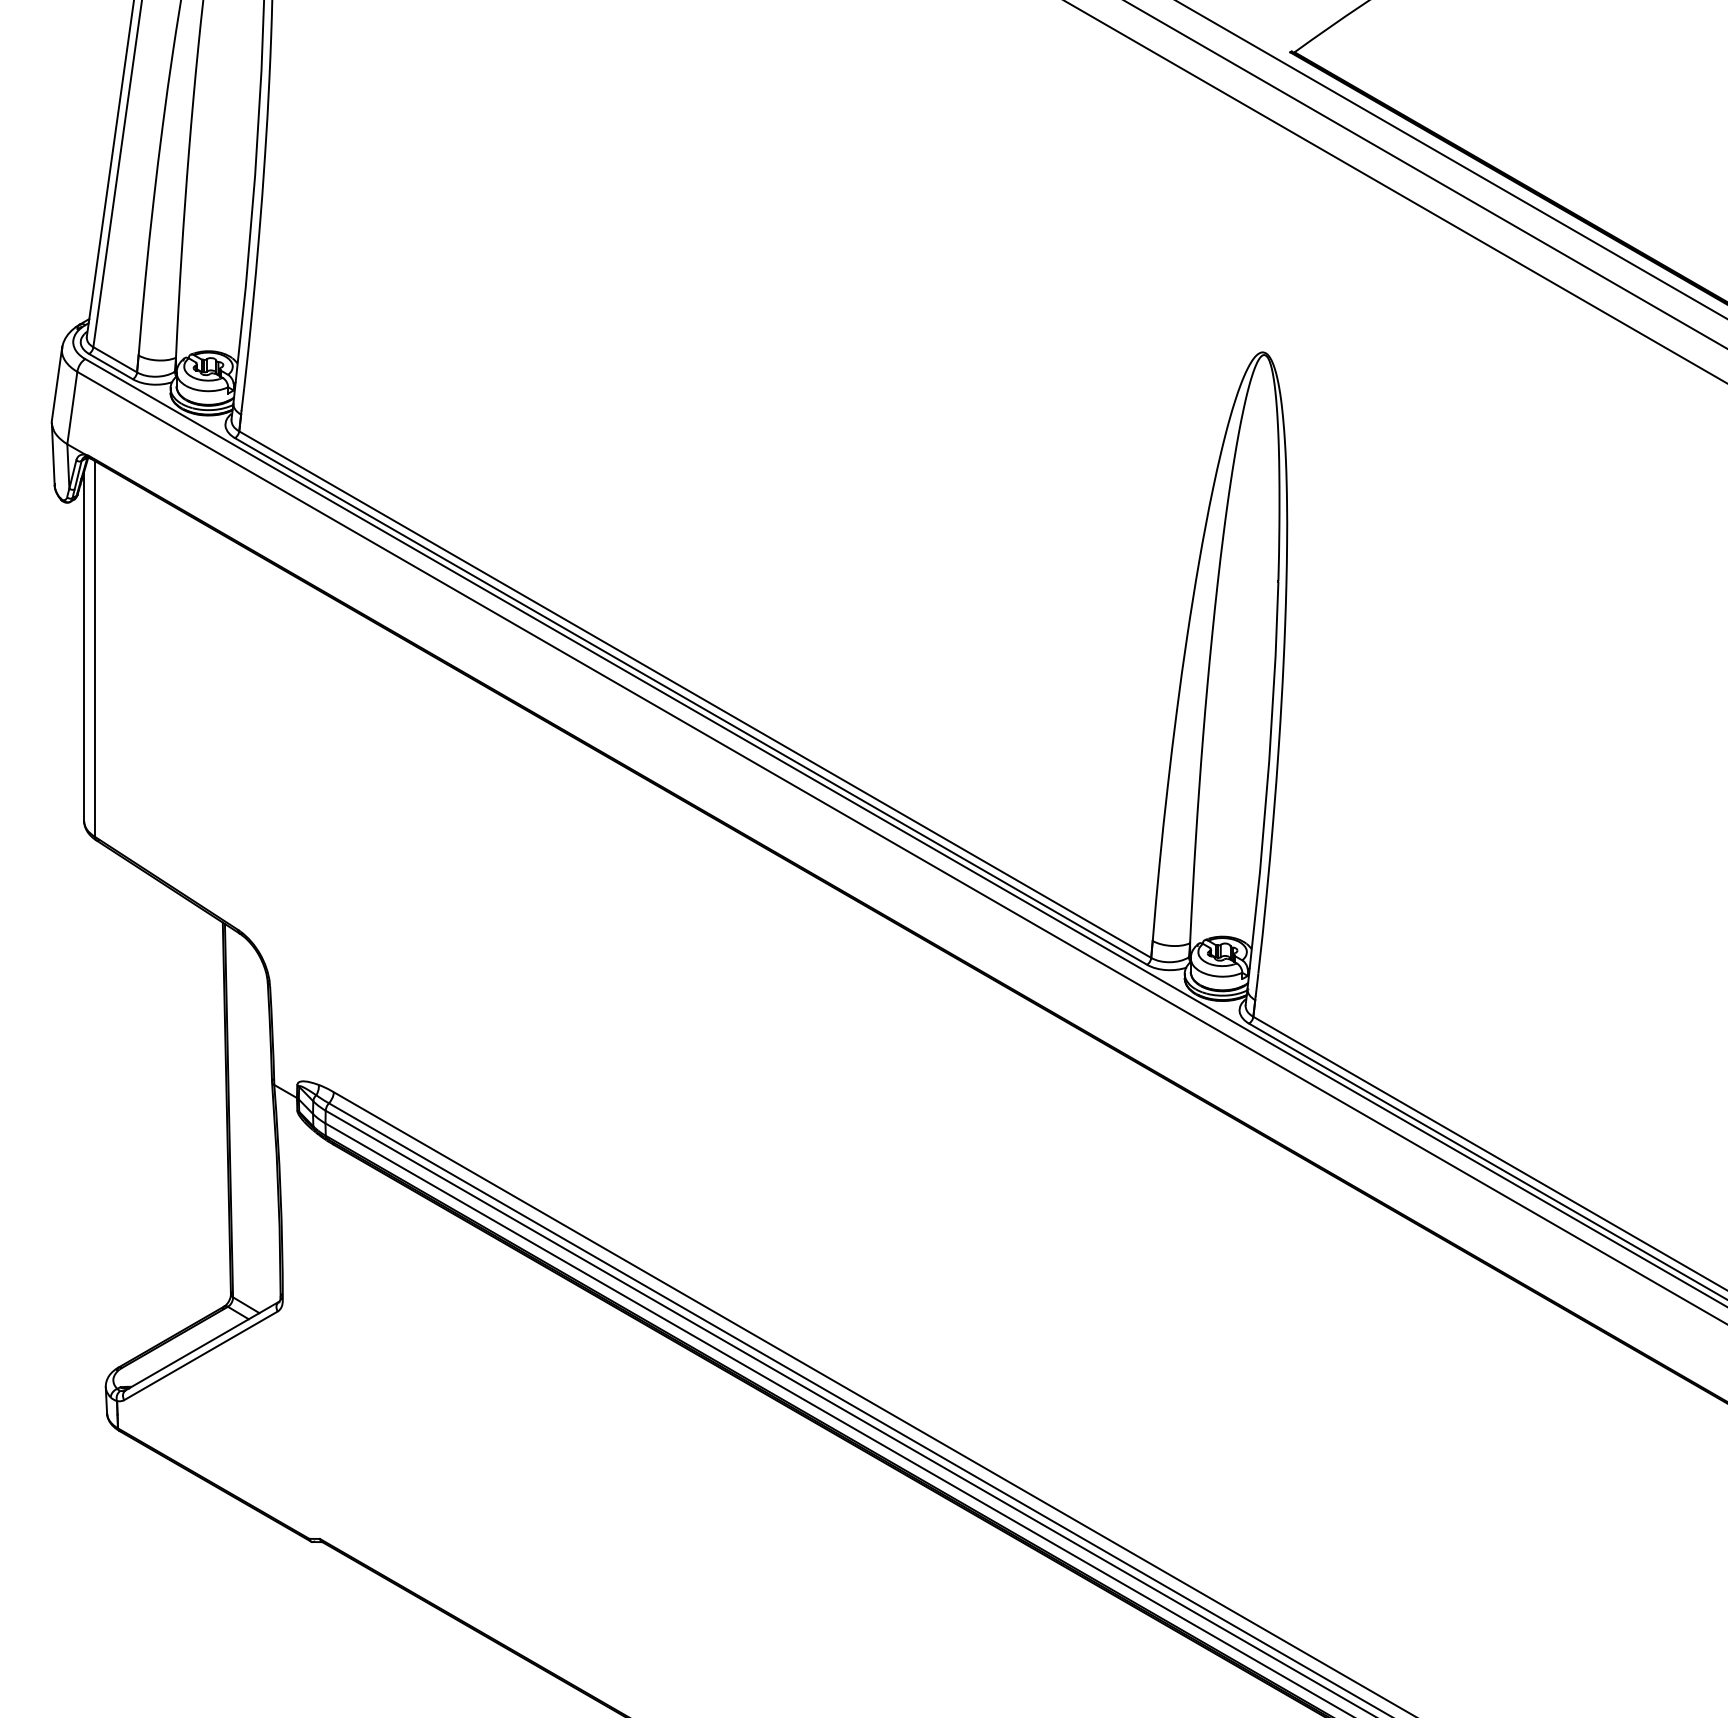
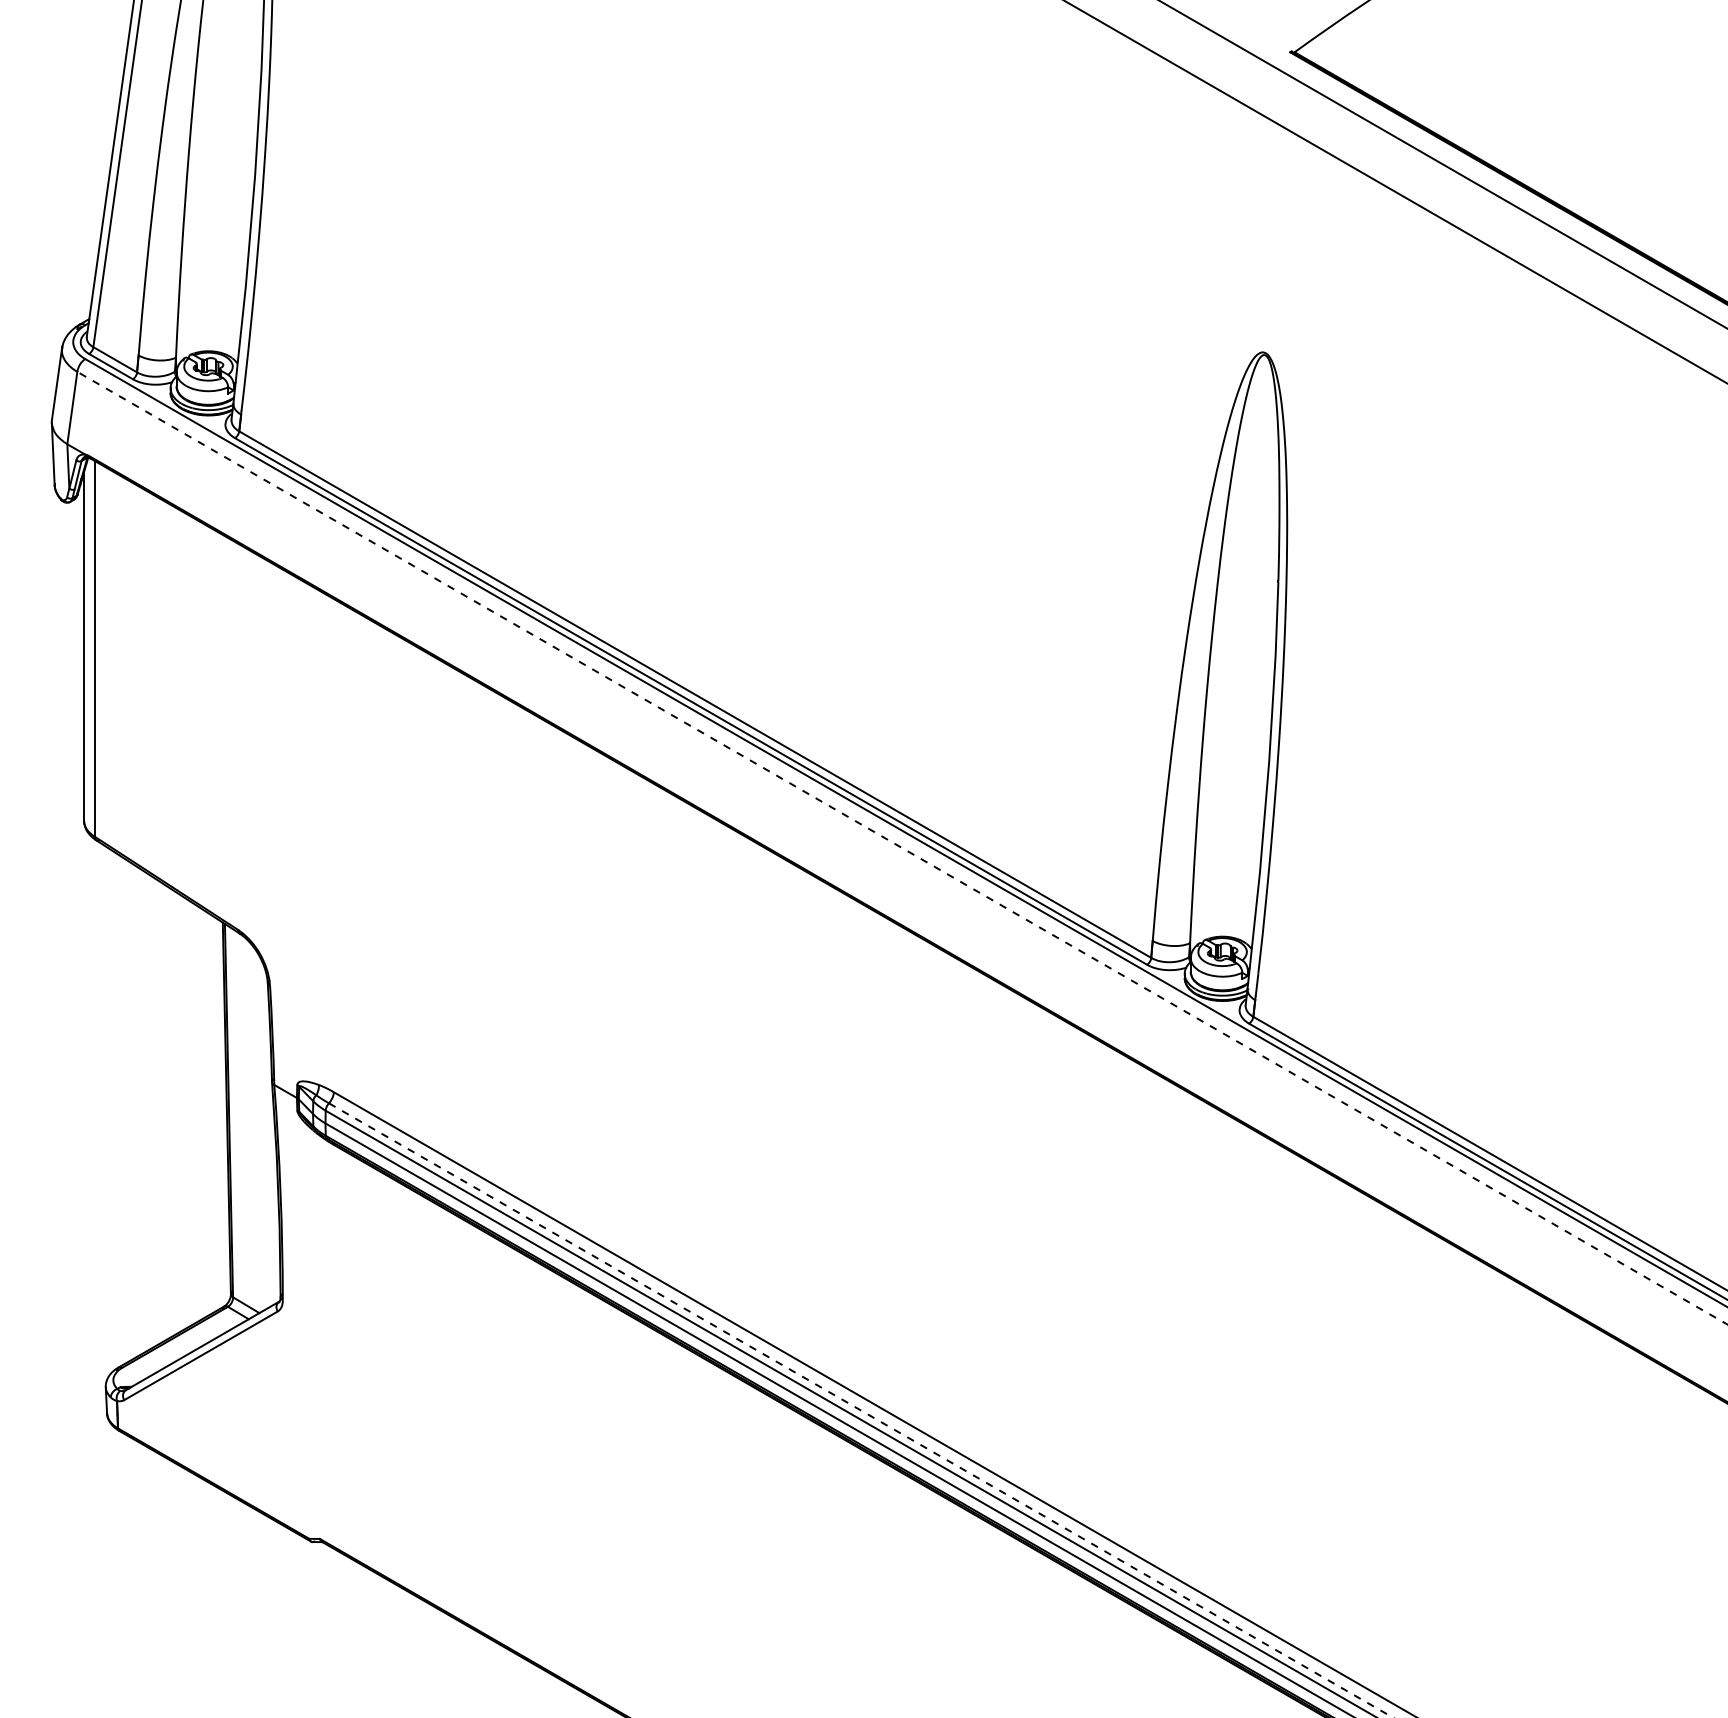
line at (1451, 159): present -> none
line at (1425, 174) position: (1425, 174) -> (1442, 164)
line at (902, 848): solid -> dashed
line at (861, 1410): solid -> dashed
